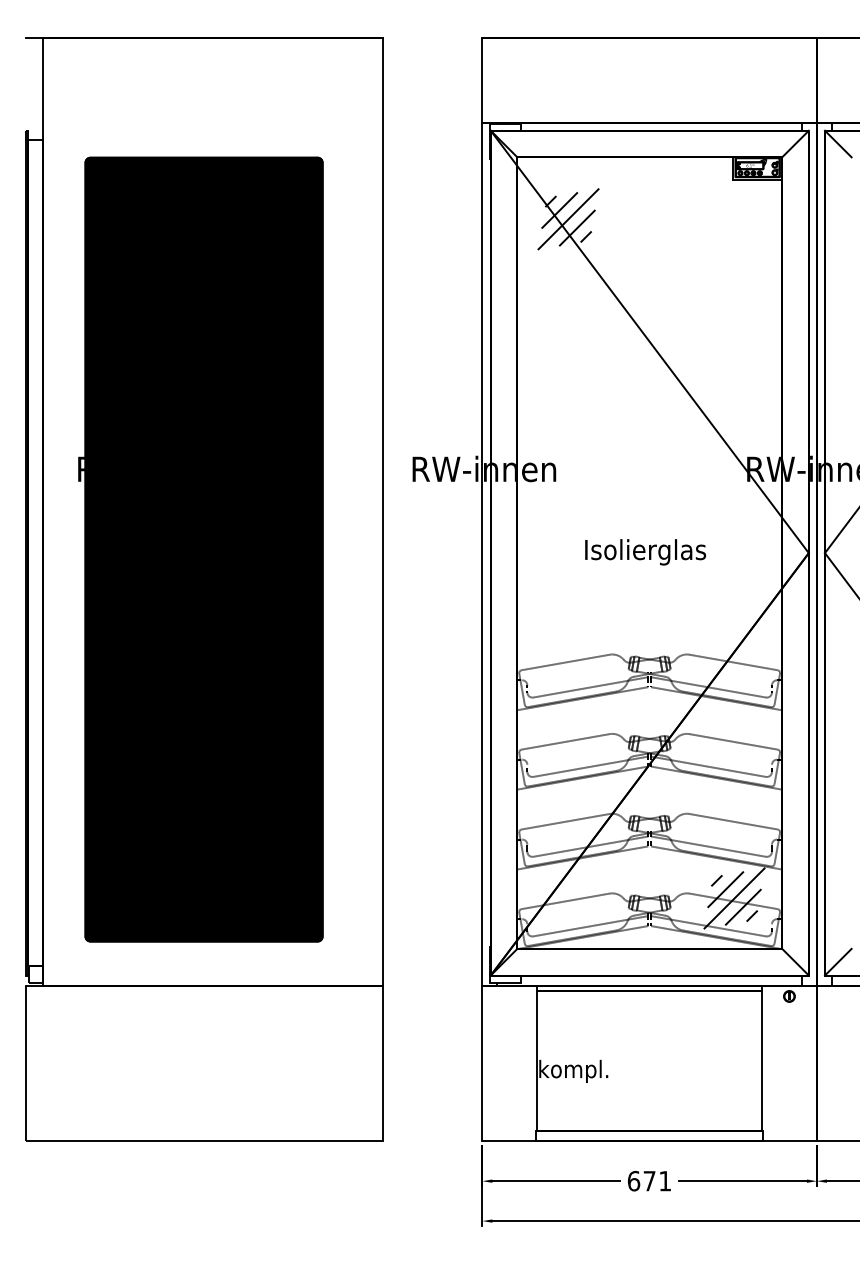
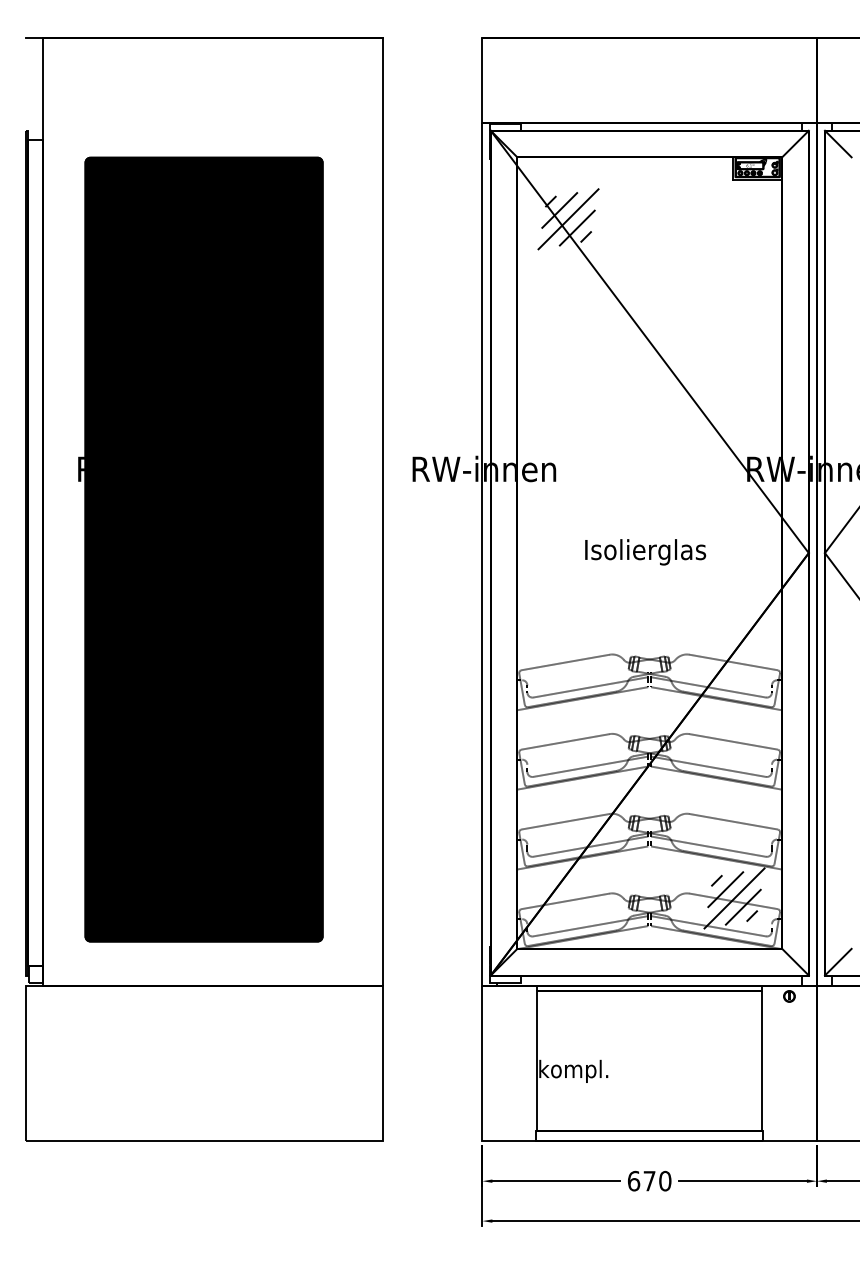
text at (665, 1180): 671 -> 670
